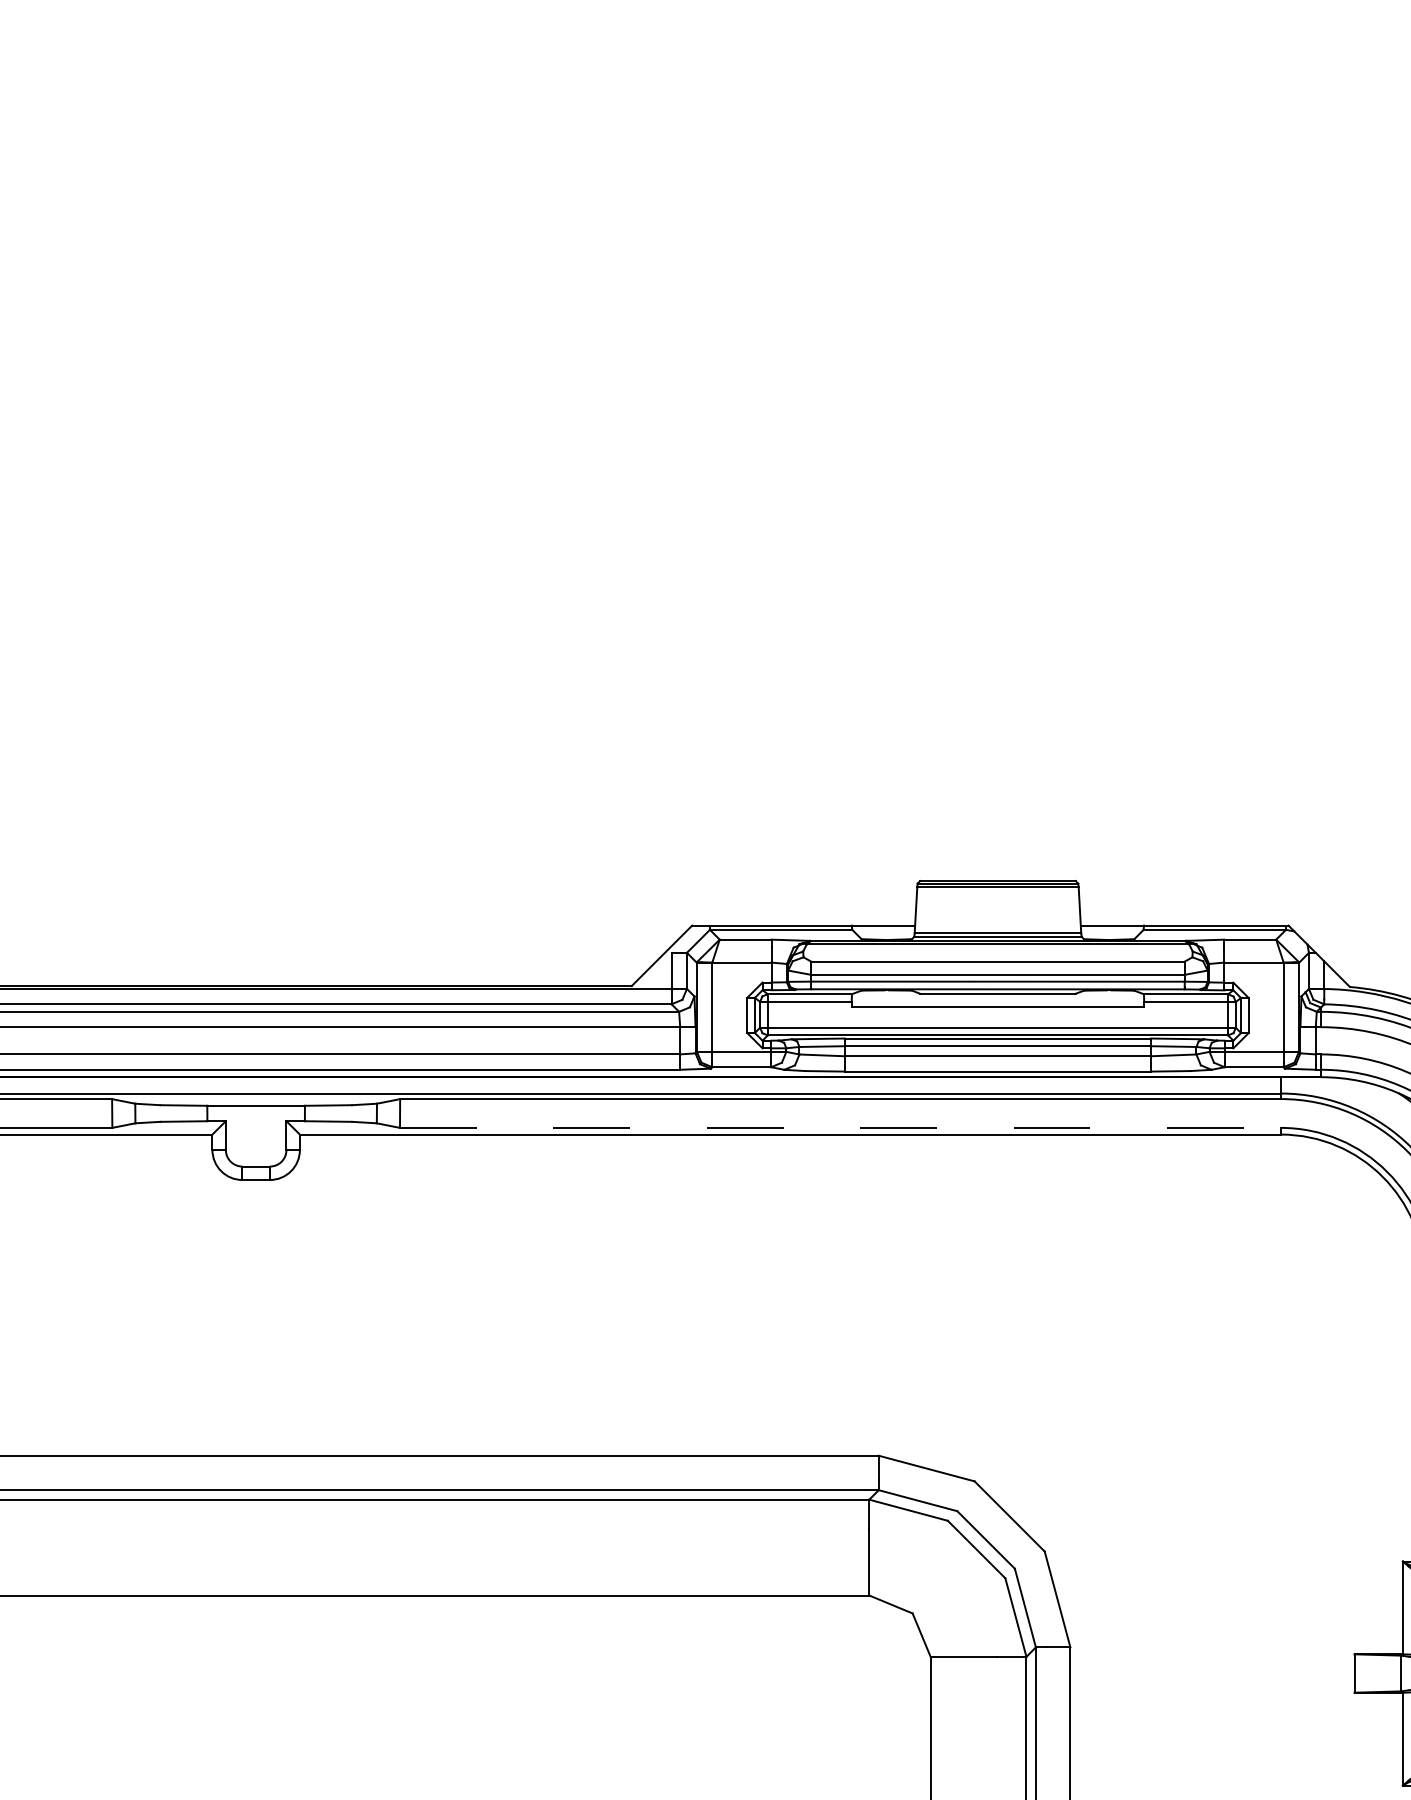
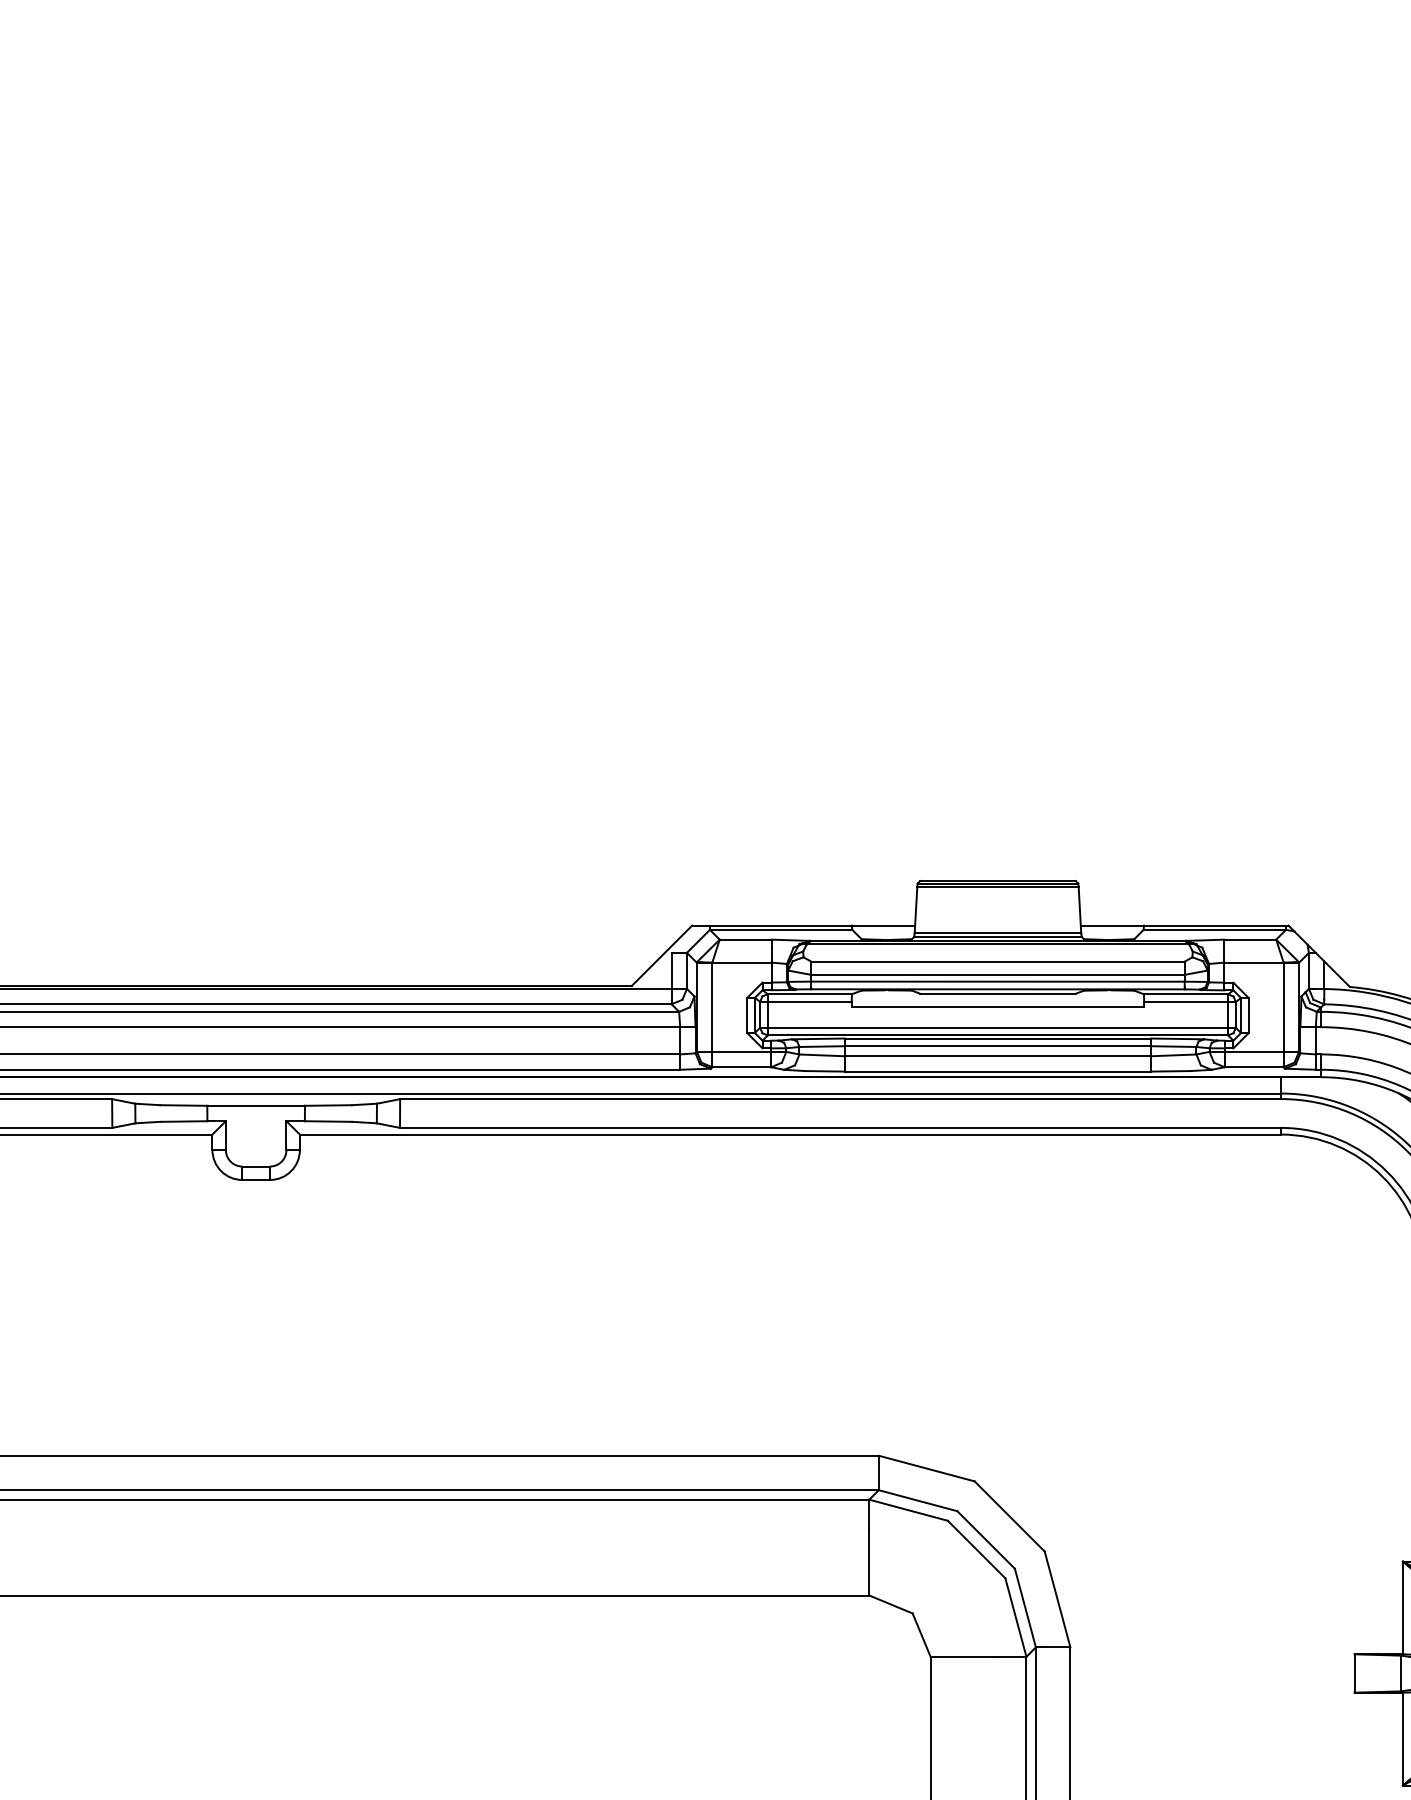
line at (840, 1127): dashed -> solid
